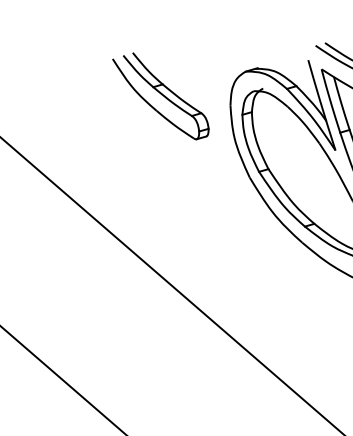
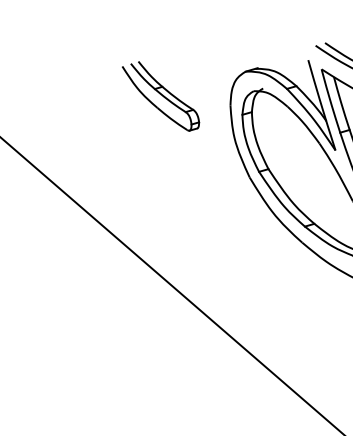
part at (160, 96) size: 98x89 px -> 79x71 px
line at (62, 379): present -> none
